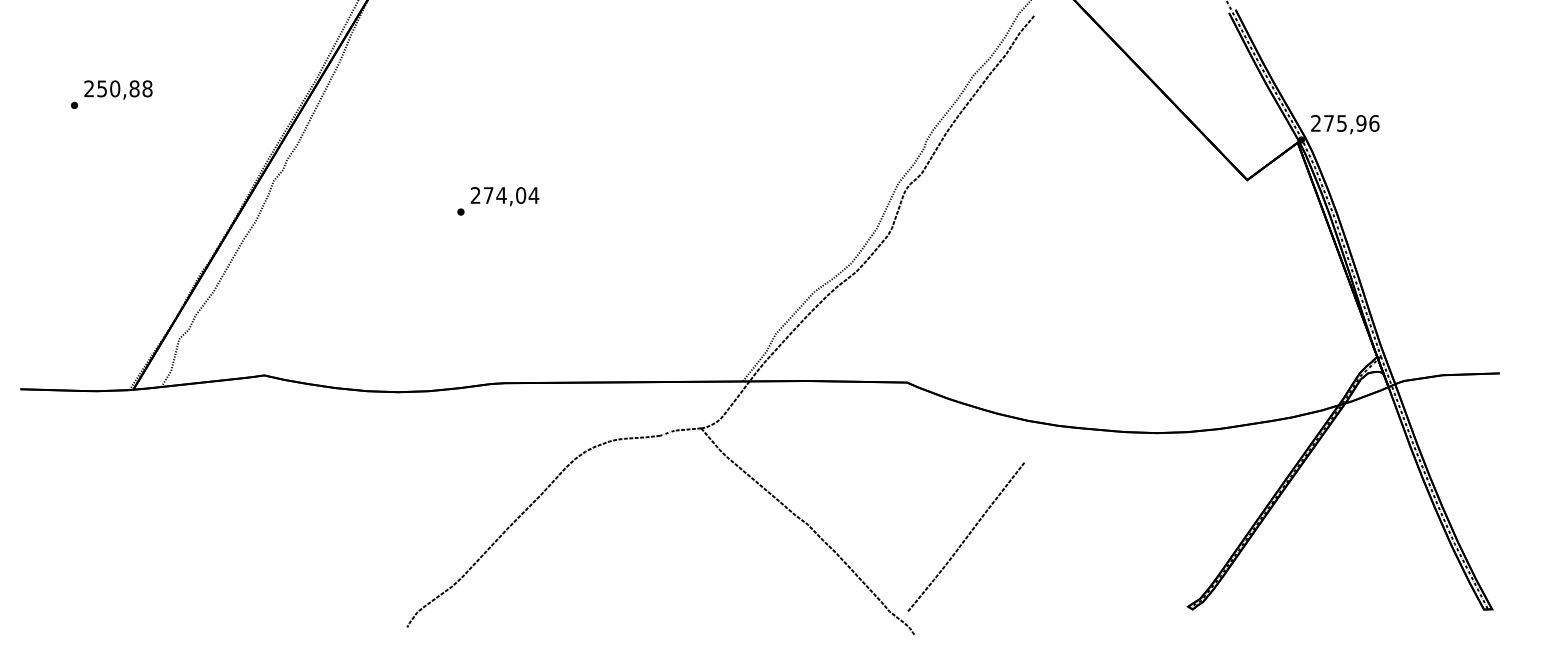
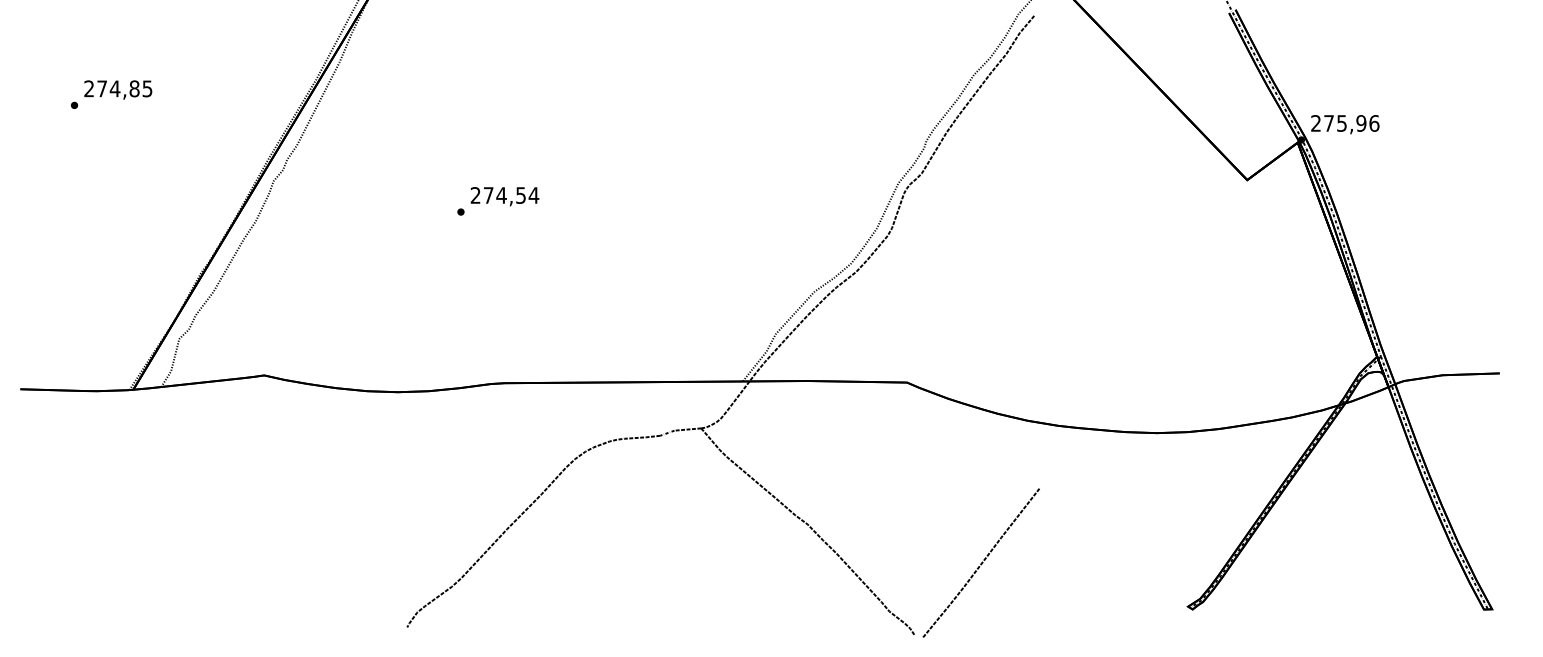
text at (124, 88): 250,88 -> 274,85
text at (521, 195): 274,04 -> 274,54
line at (966, 536) position: (966, 536) -> (981, 562)
